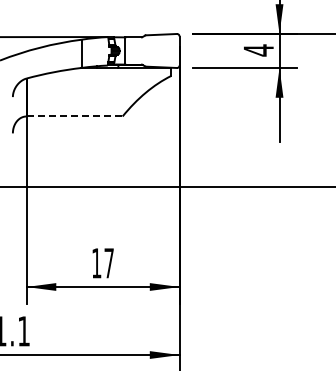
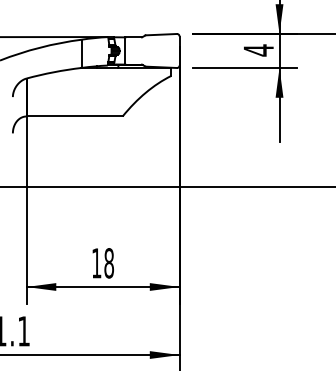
line at (75, 116): dashed -> solid
text at (108, 263): 17 -> 18
